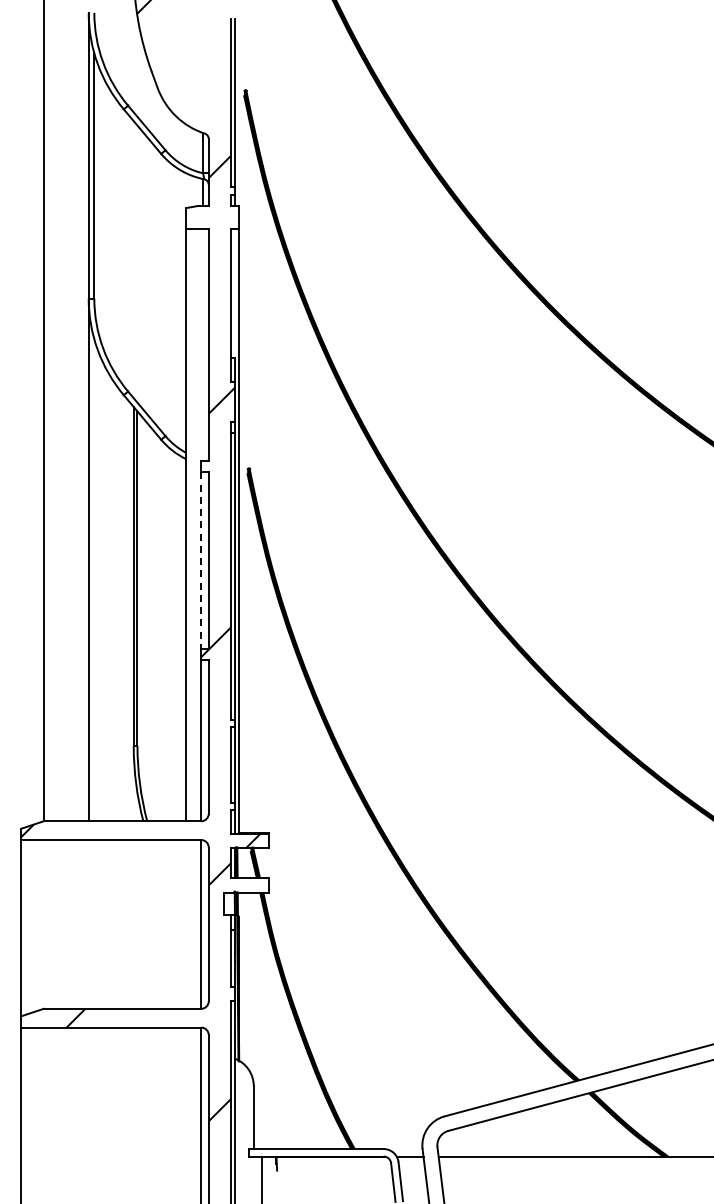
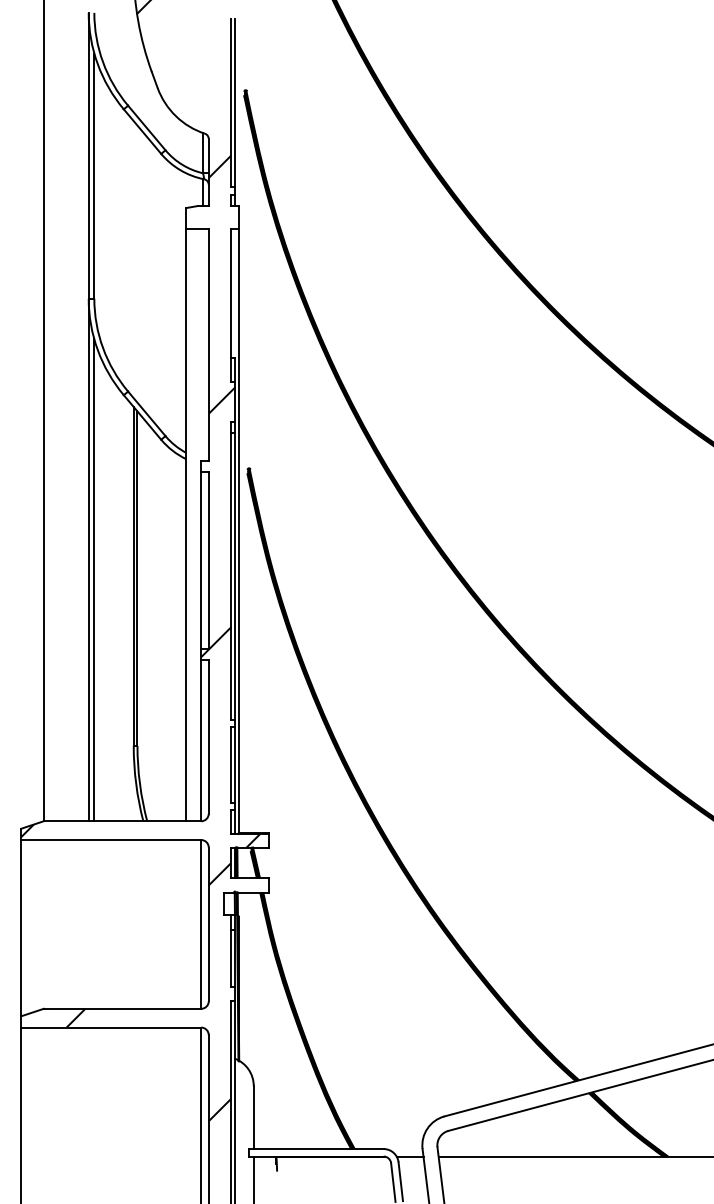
line at (201, 561): dashed -> solid
line at (94, 580): none -> present
line at (261, 1178) position: (261, 1178) -> (253, 1178)
